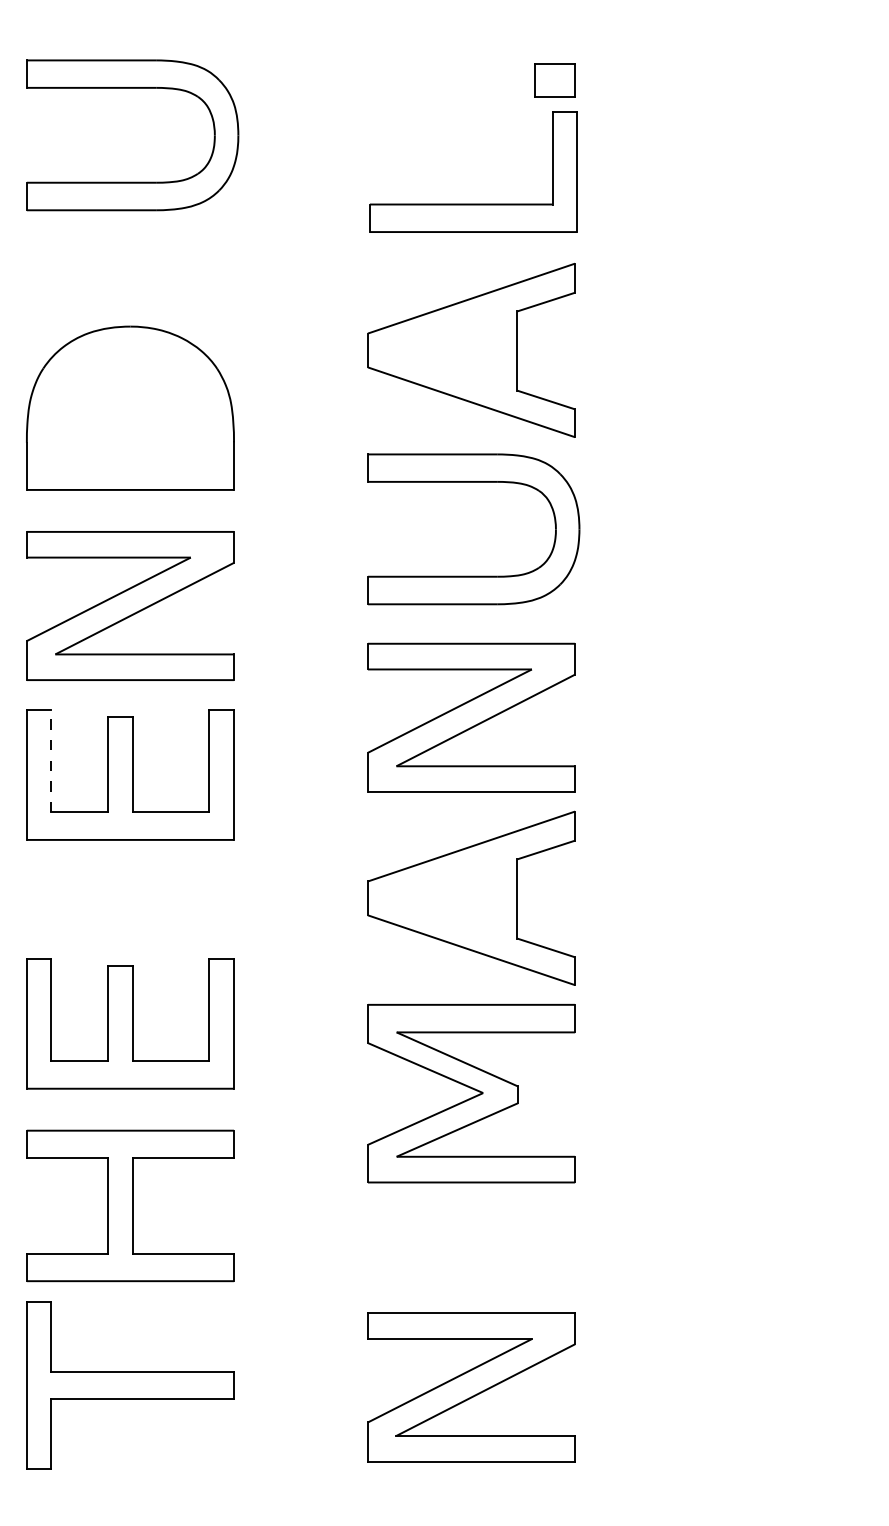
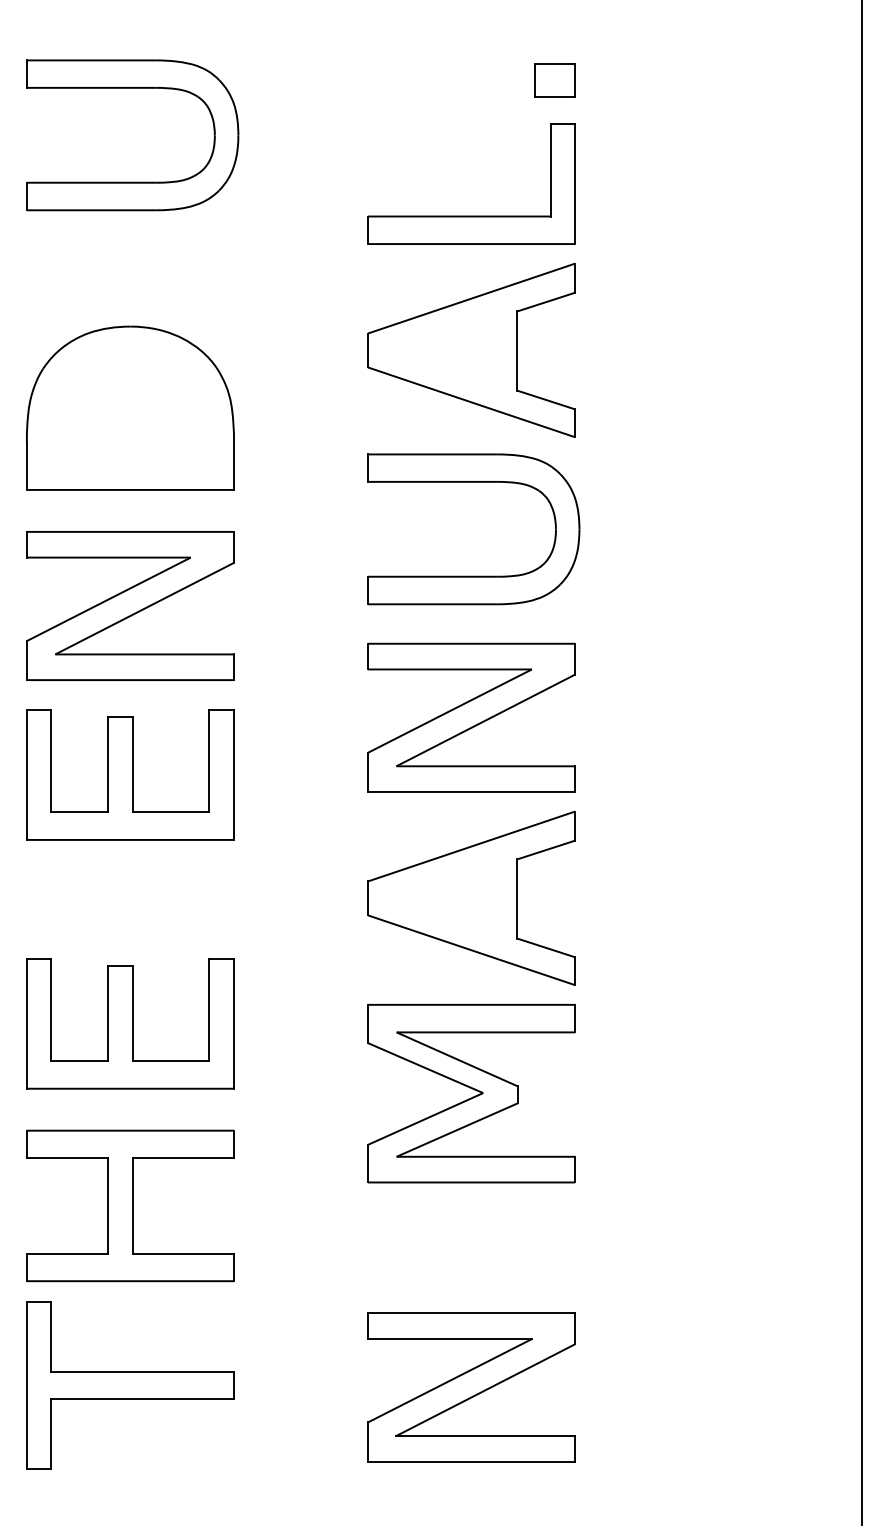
part at (473, 203) position: (473, 203) -> (471, 215)
line at (51, 760): dashed -> solid
line at (862, 762): none -> present
